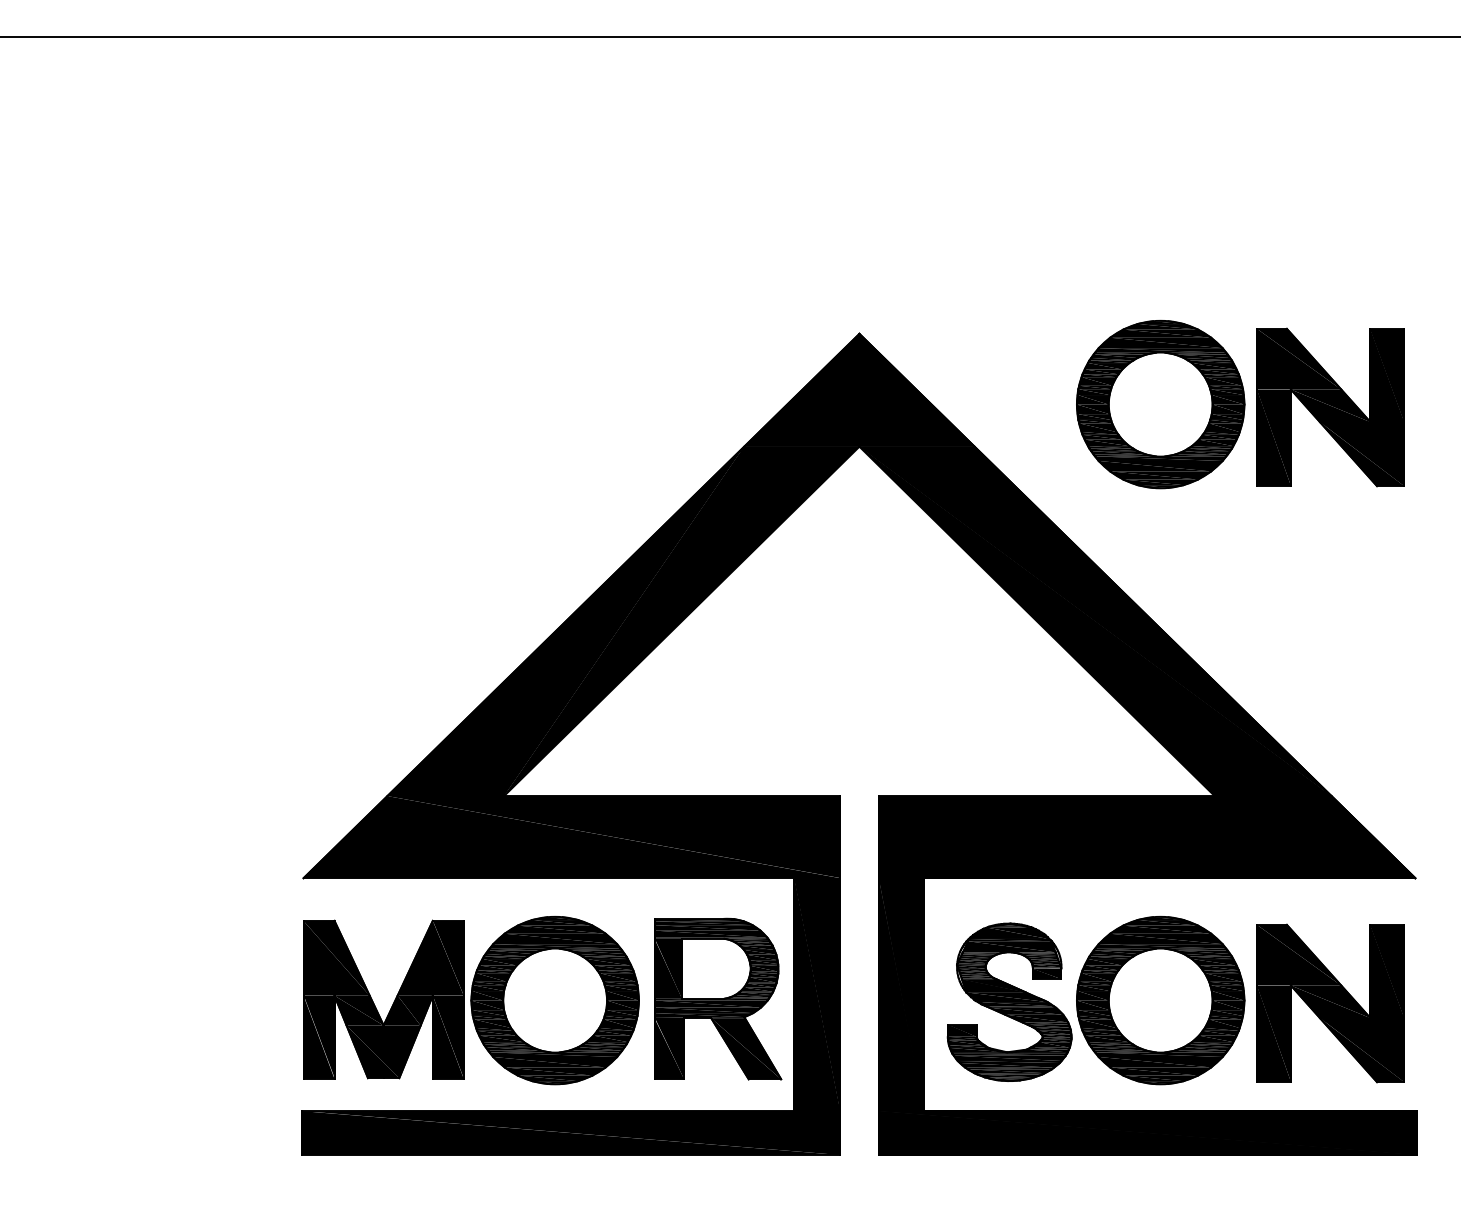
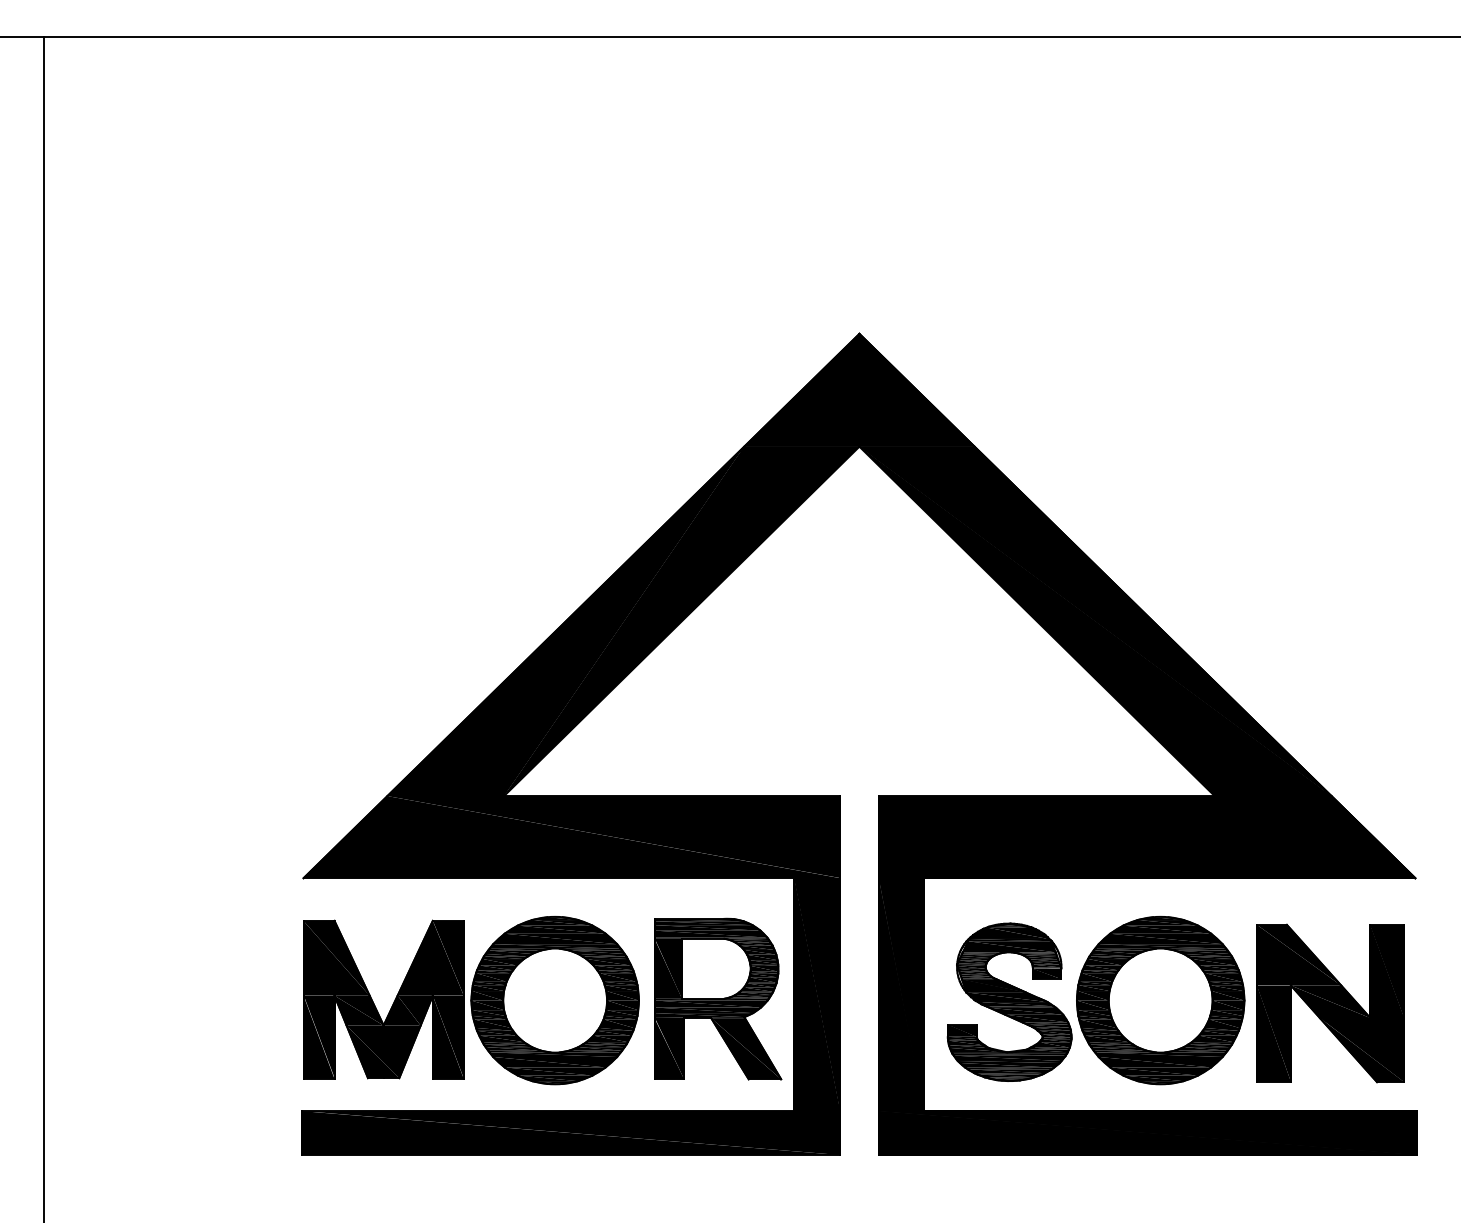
part at (1240, 404): present -> none
line at (43, 627): none -> present
